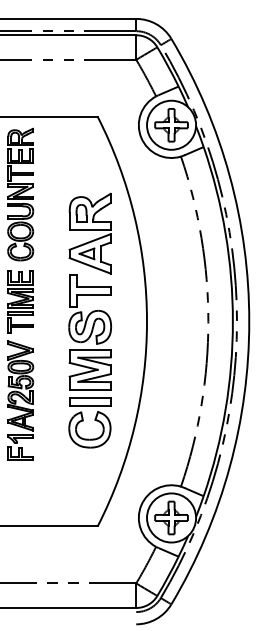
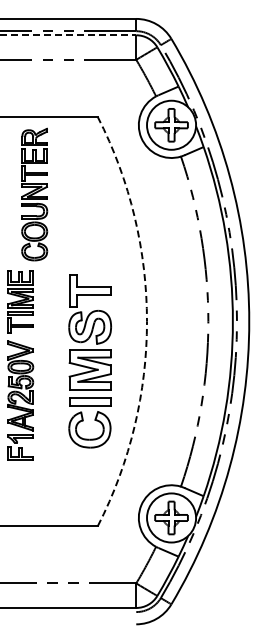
line at (68, 35): solid -> dashed
part at (20, 194) position: (20, 194) -> (34, 194)
part at (89, 233): present -> none
arc at (147, 321): solid -> dashed
